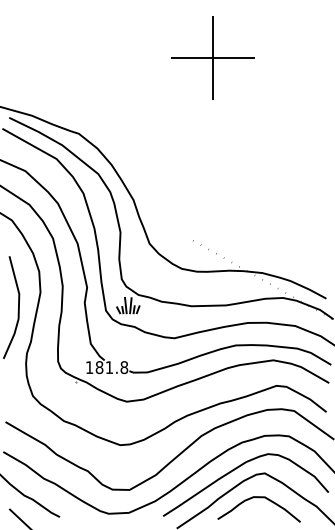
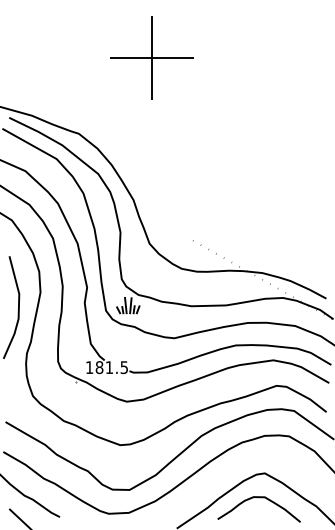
part at (212, 57) position: (212, 57) -> (151, 57)
text at (124, 367): 181.8 -> 181.5
curve at (236, 469): present -> none
